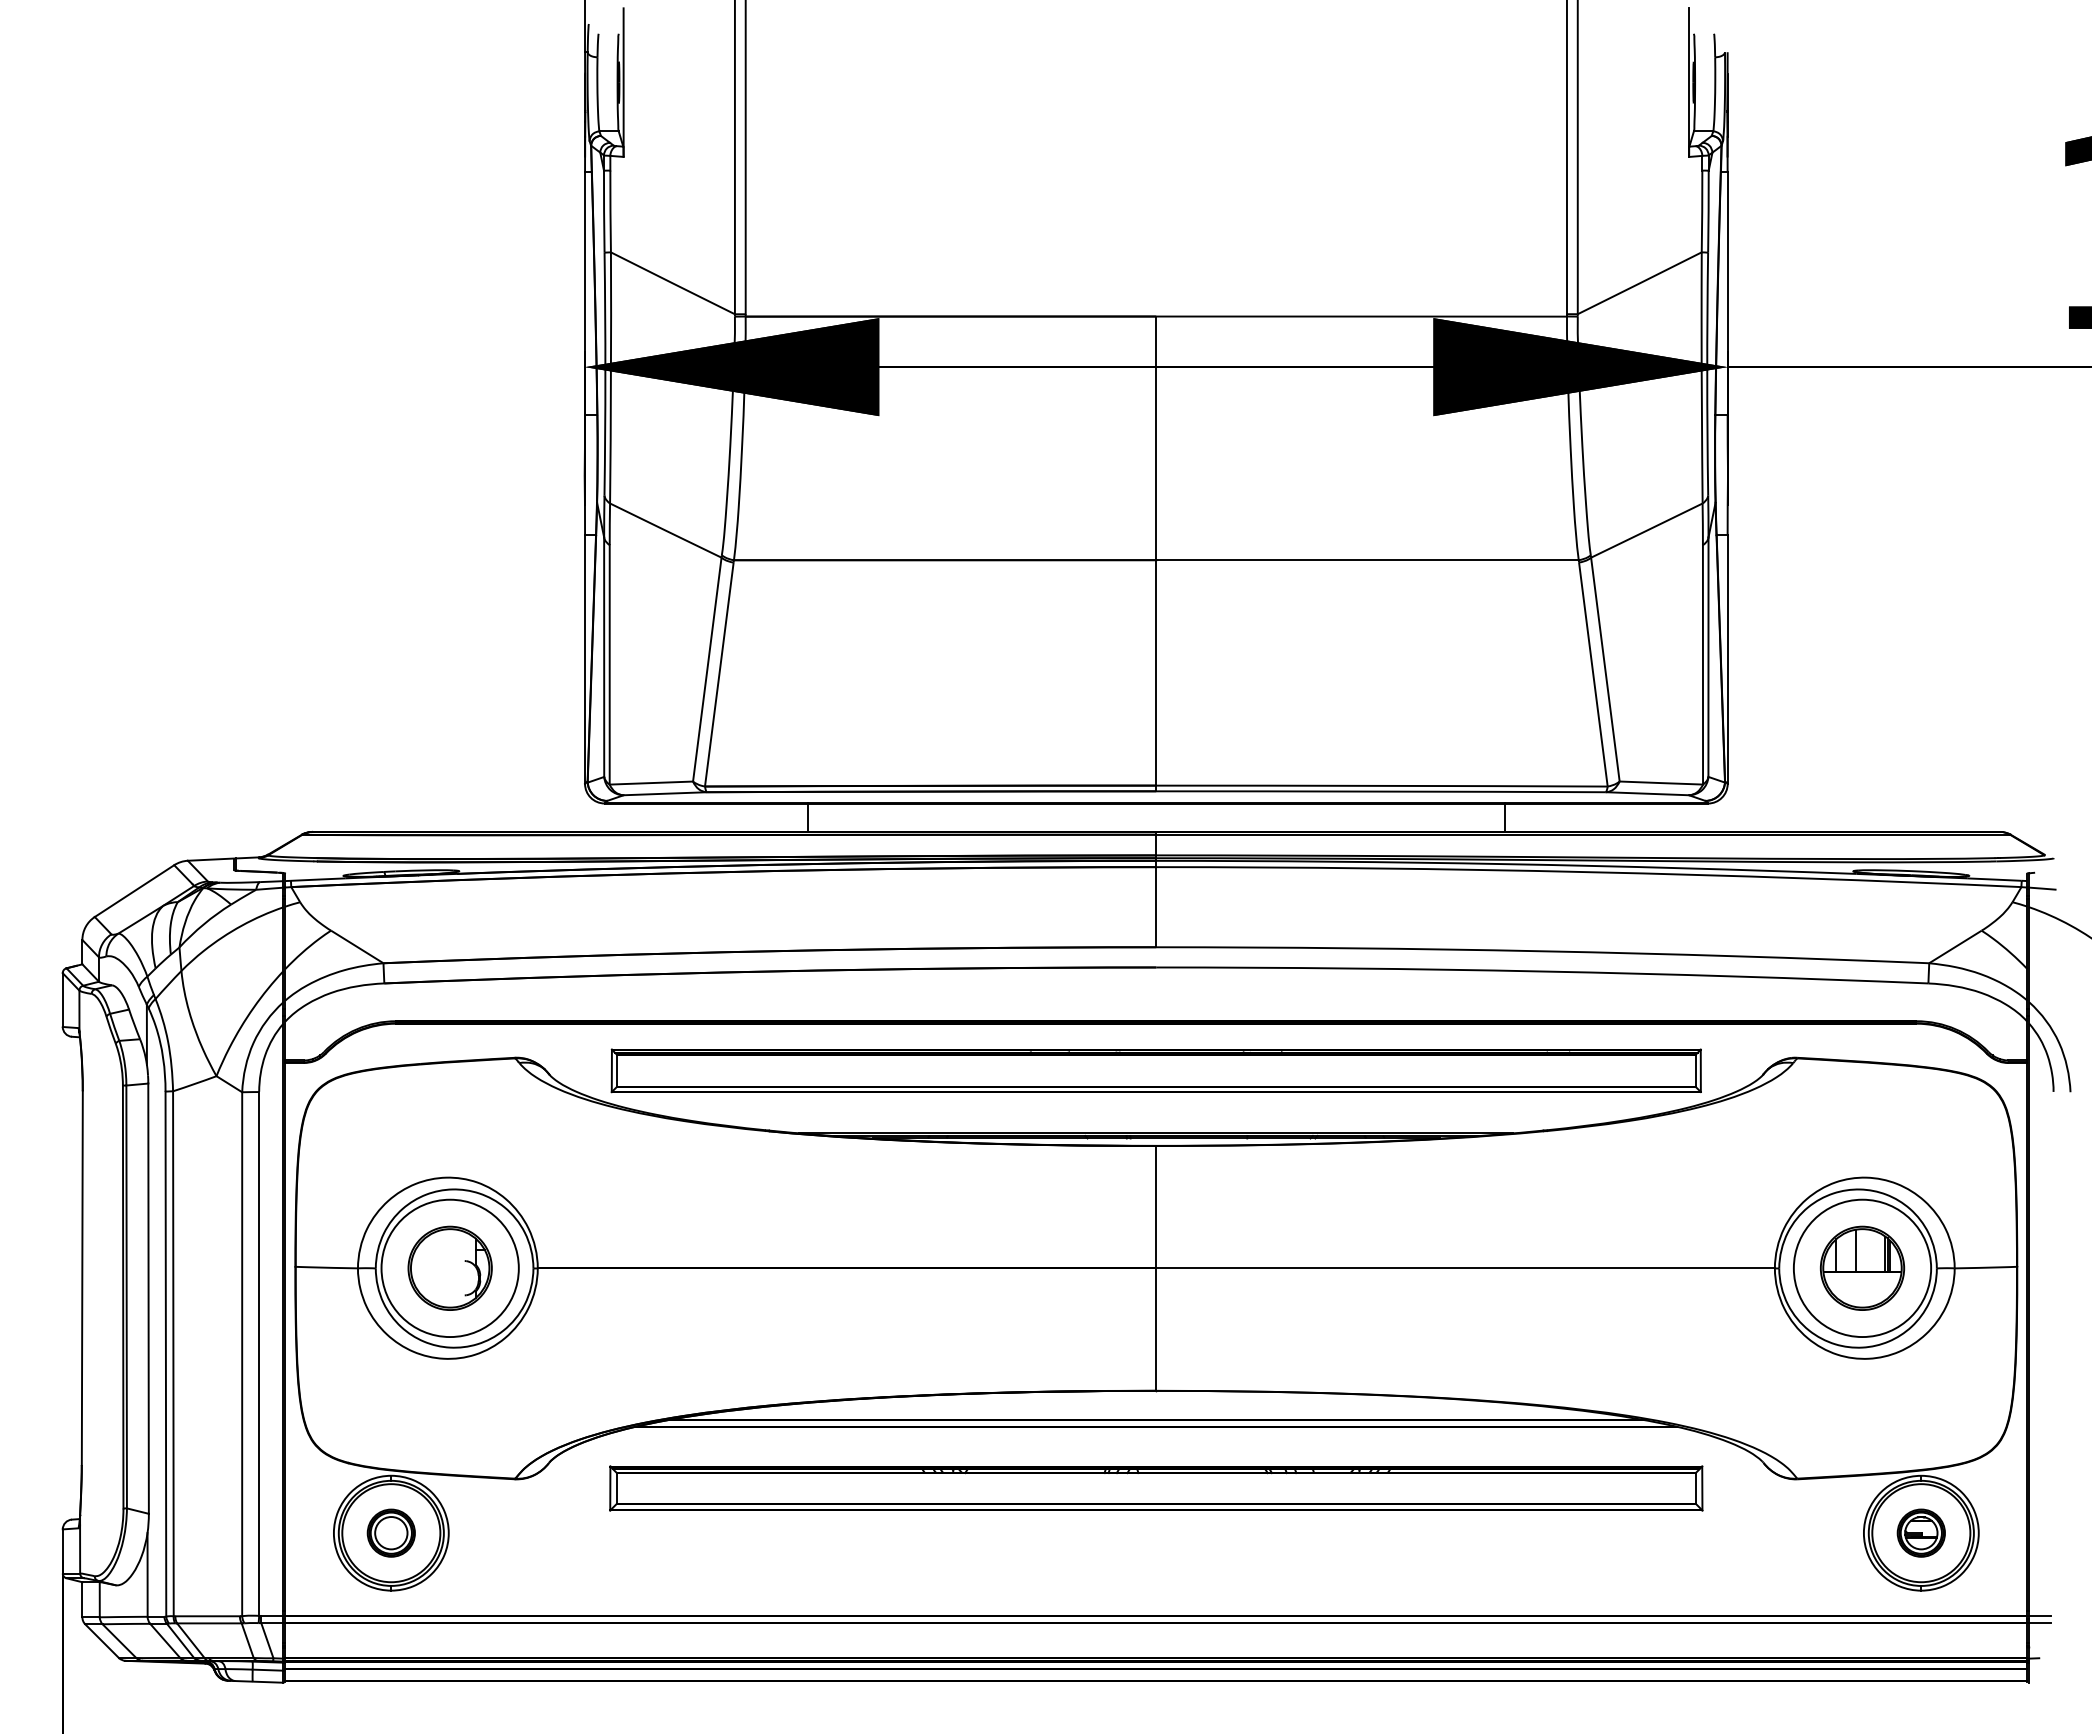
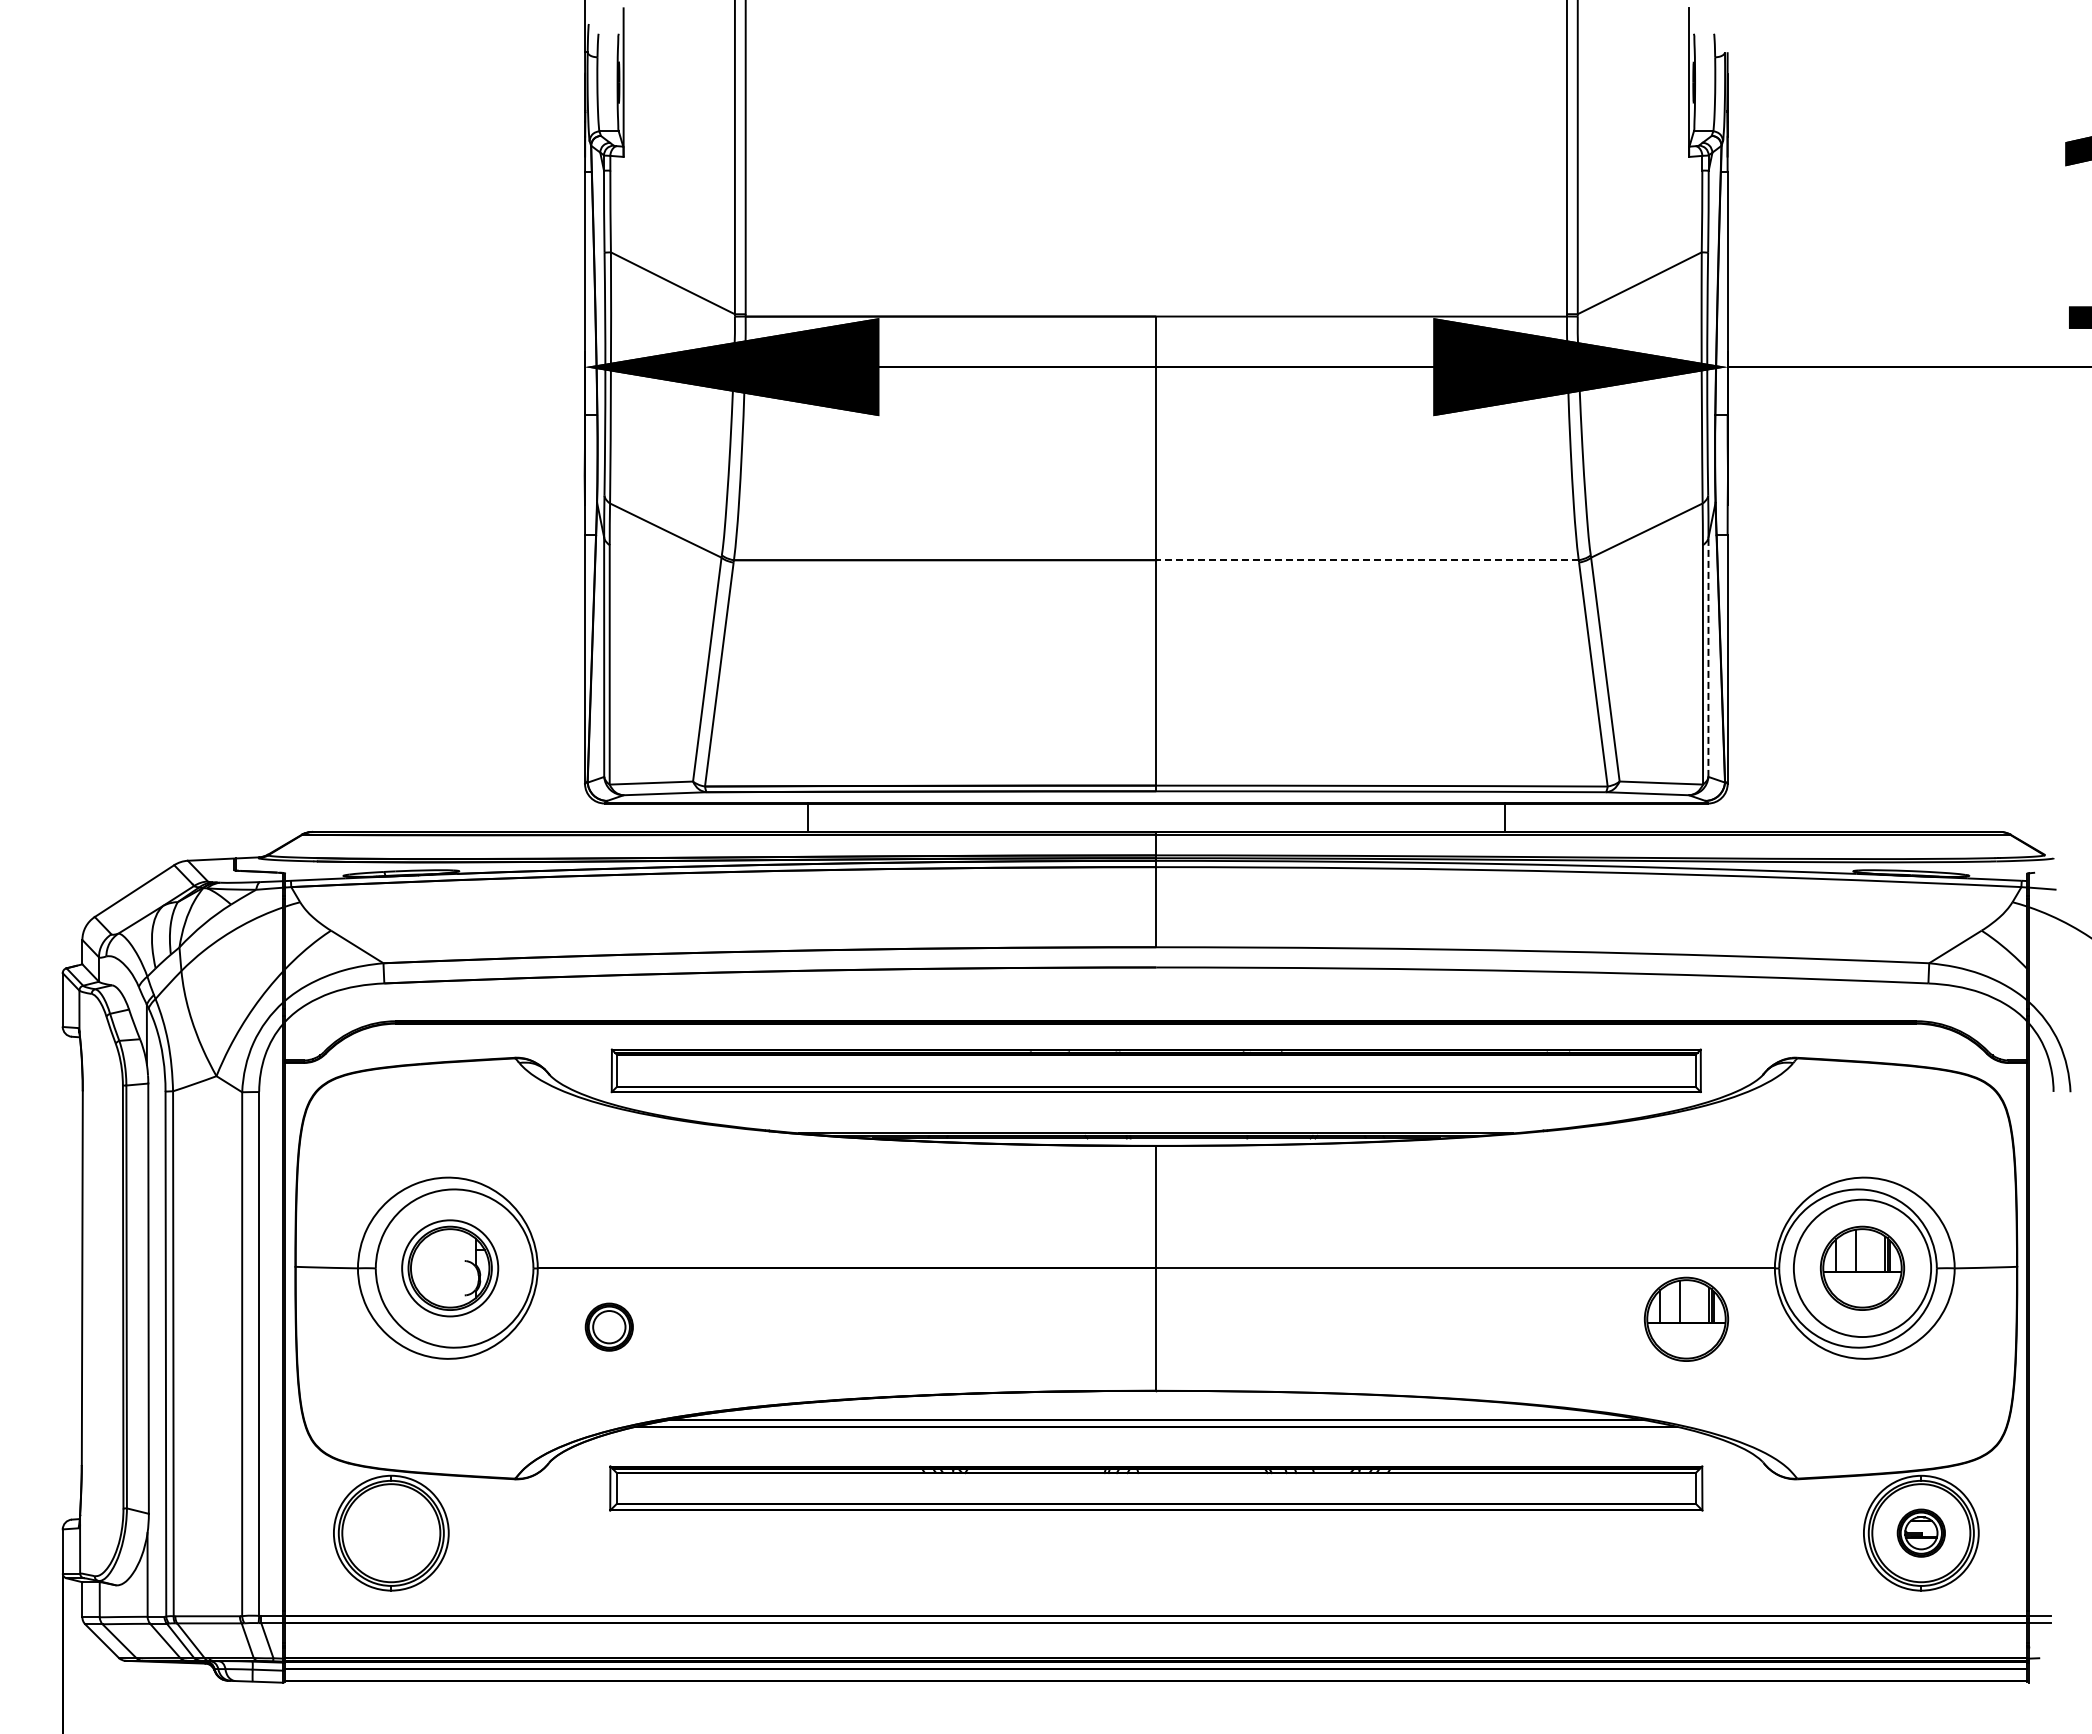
line at (1367, 560): solid -> dashed
line at (1708, 657): solid -> dashed
circle at (449, 1268) diameter: 137 px -> 96 px
part at (1686, 1318): none -> present
part at (390, 1532) position: (390, 1532) -> (608, 1326)
